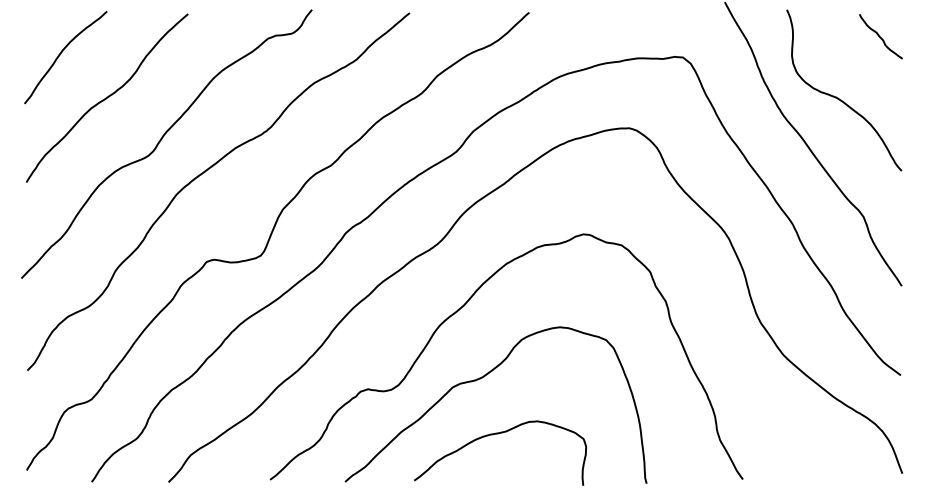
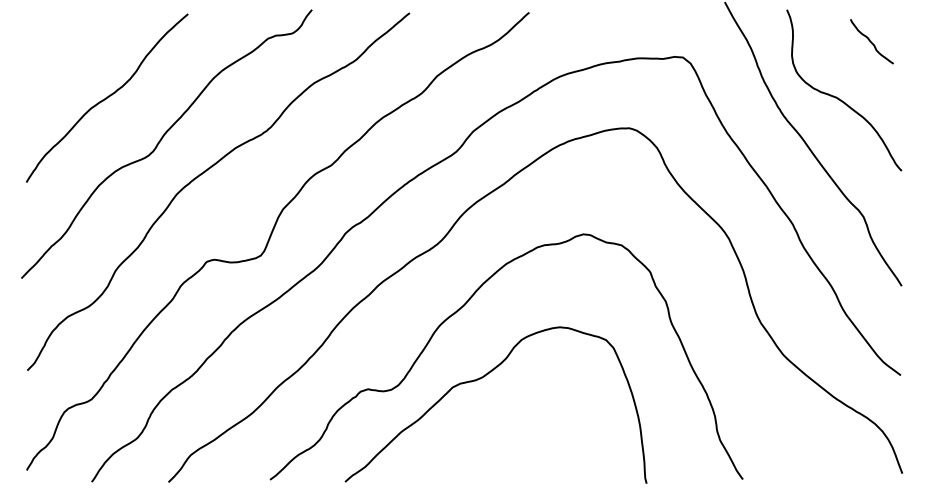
curve at (880, 36) position: (880, 36) -> (871, 41)
curve at (60, 55): present -> none
curve at (498, 434): present -> none
